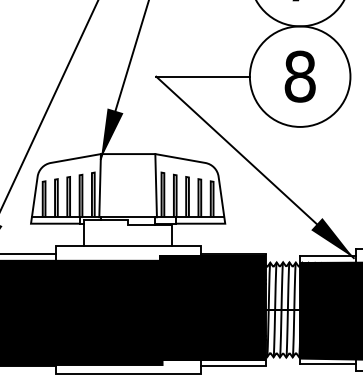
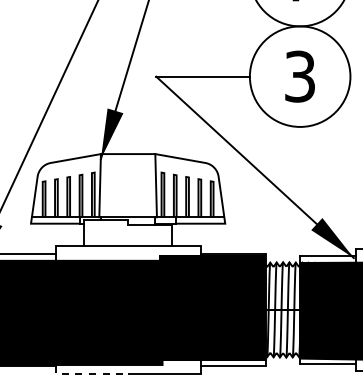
text at (299, 76): 8 -> 3
line at (87, 374): solid -> dashed
